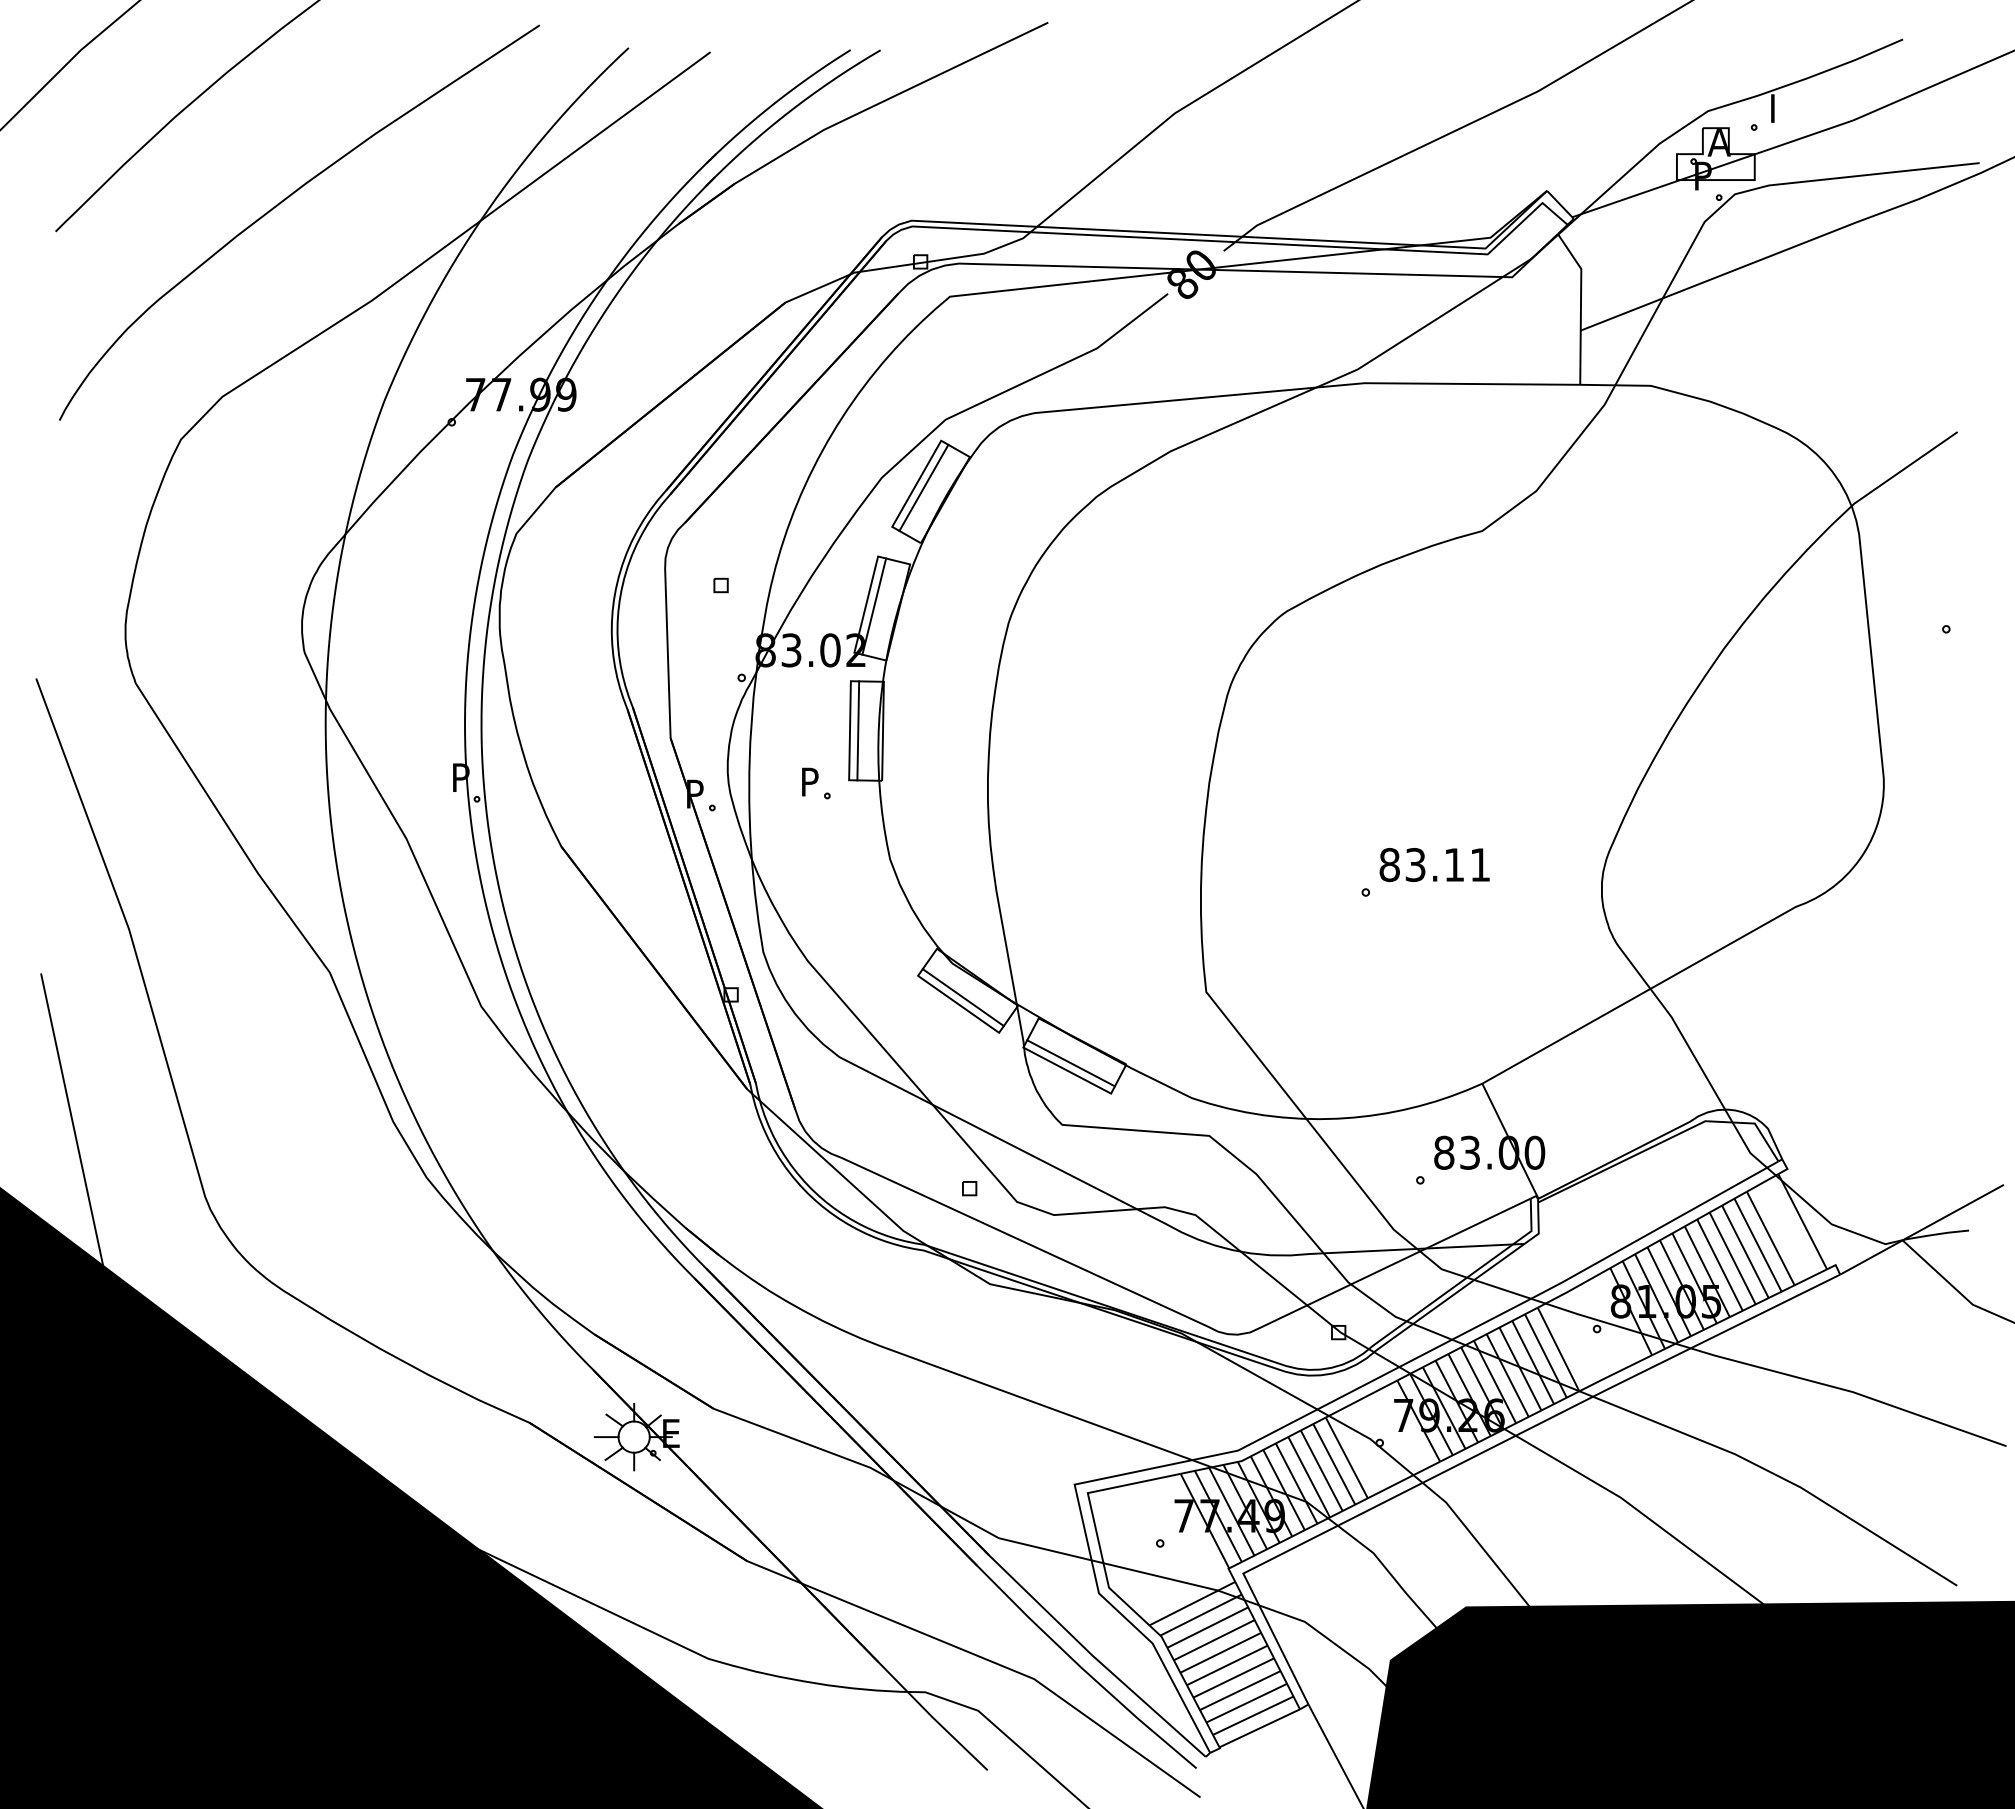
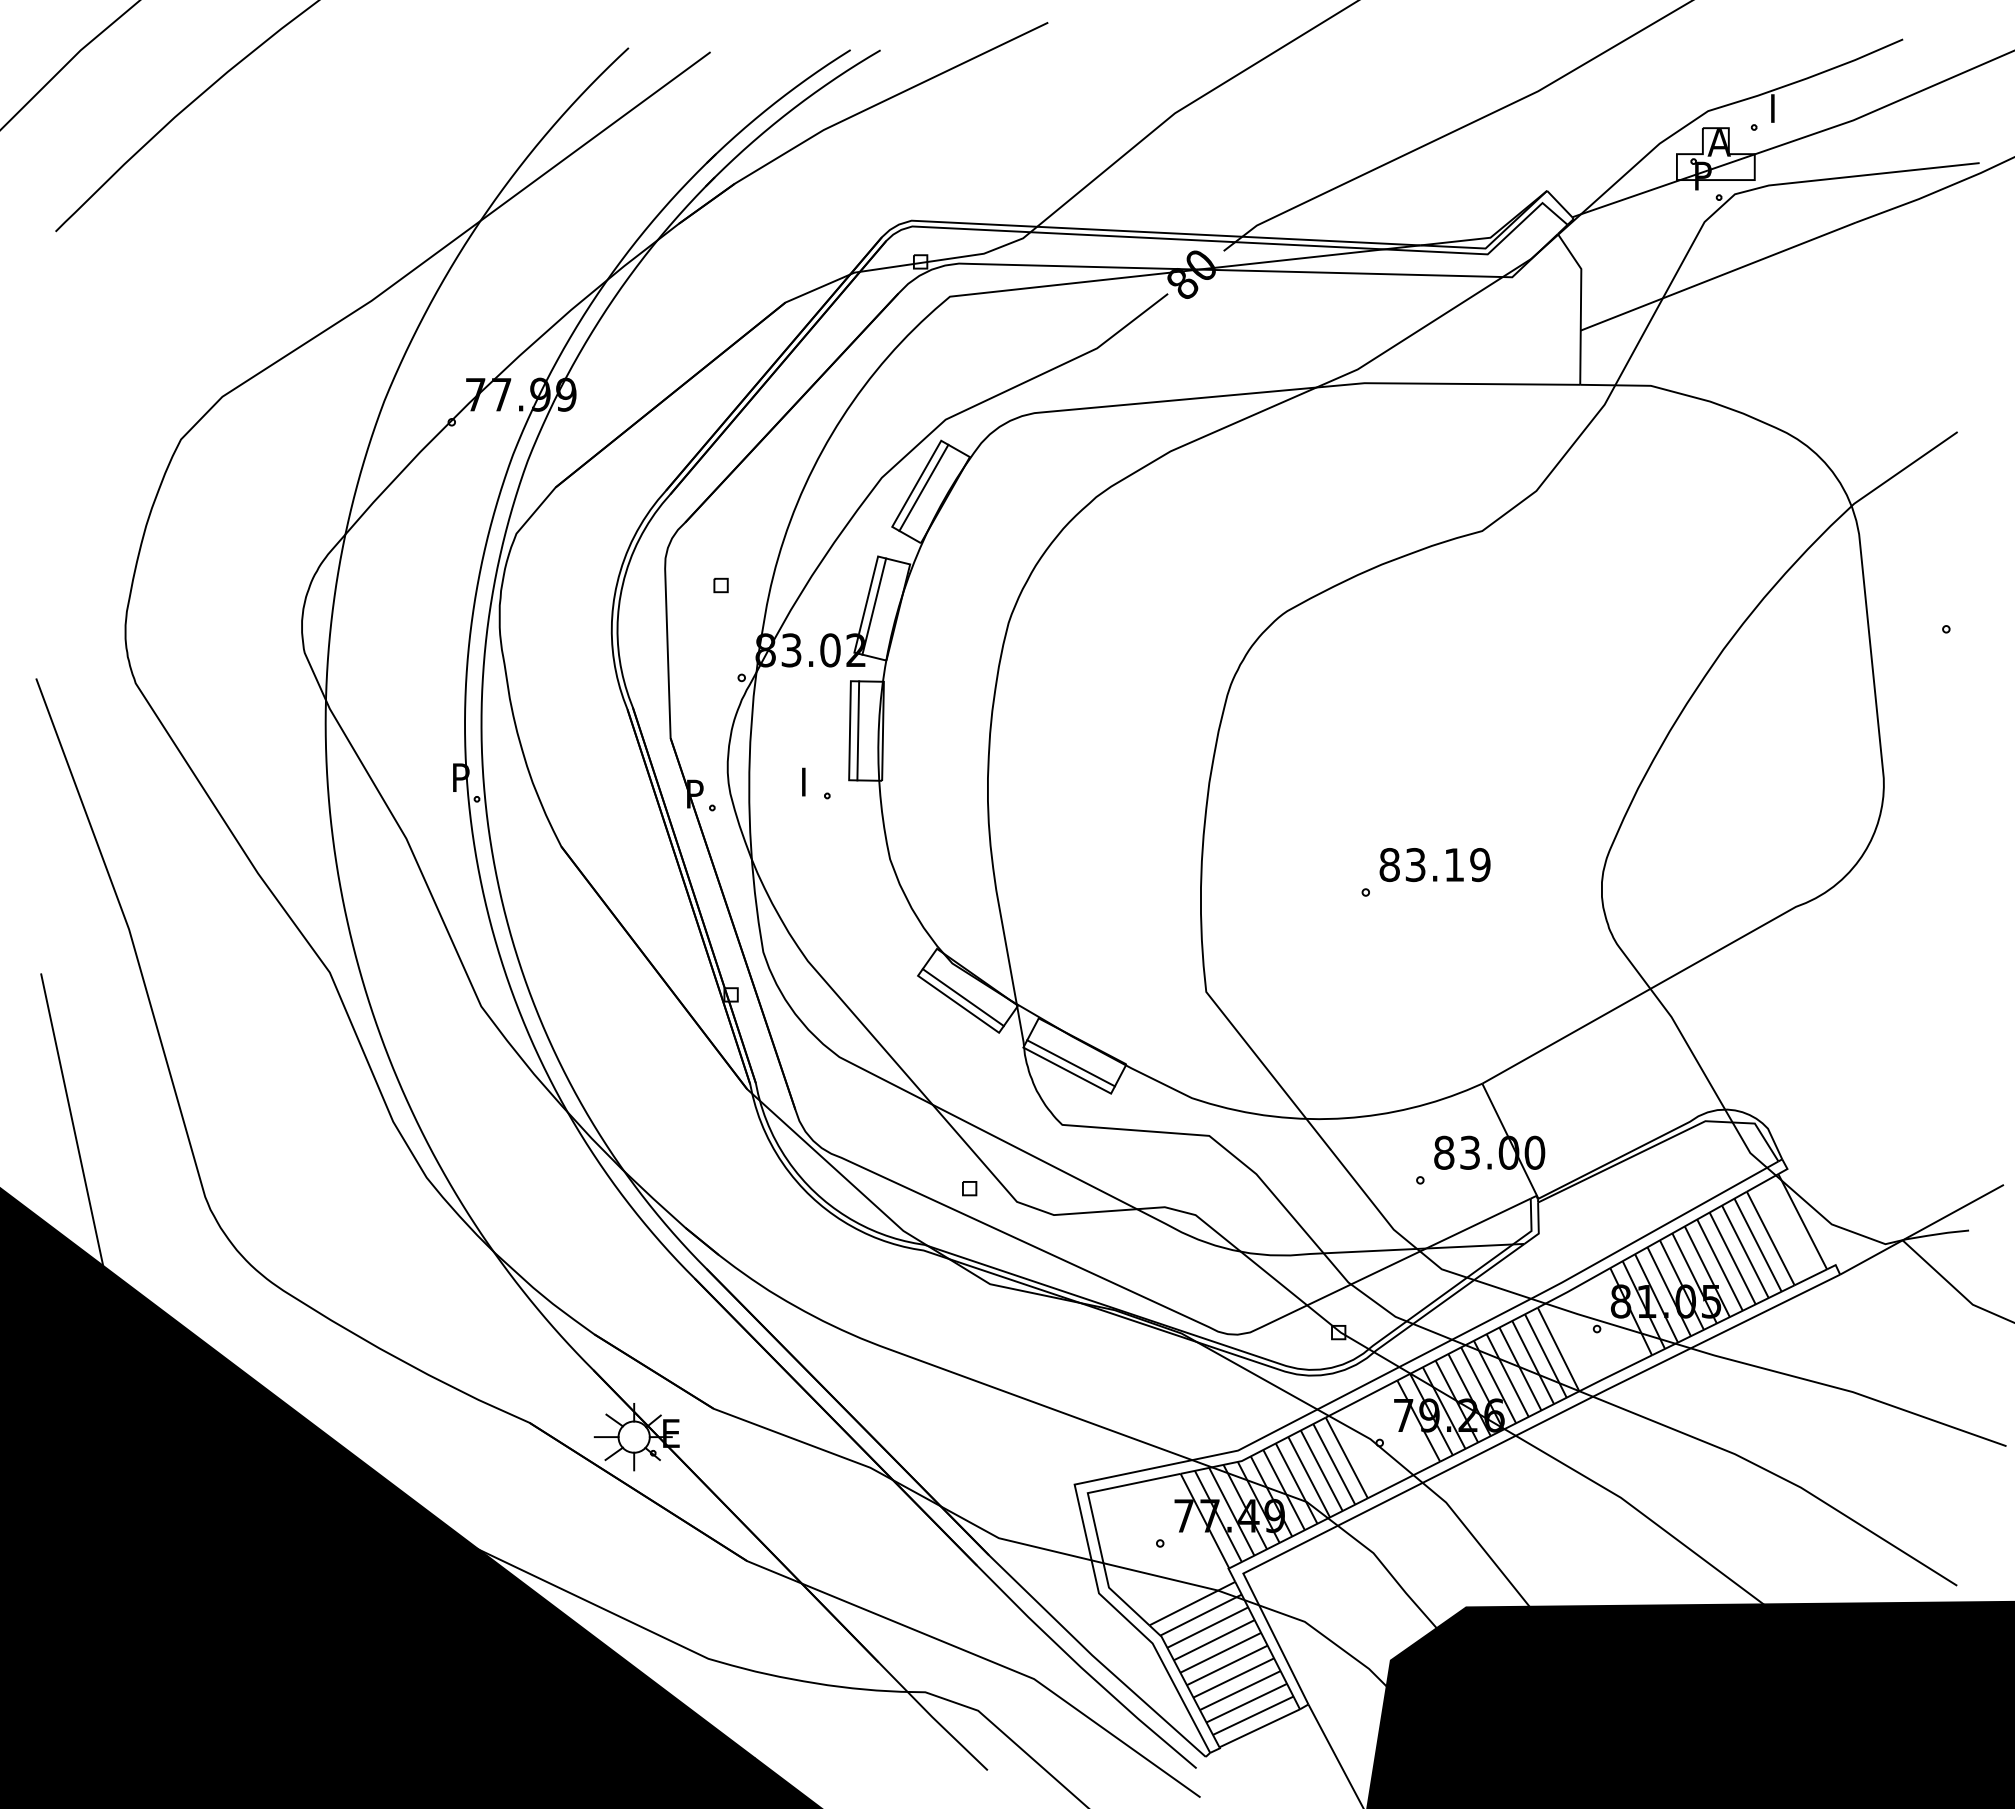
curve at (284, 201): present -> none
text at (811, 775): P -> I
text at (1480, 865): 83.11 -> 83.19
